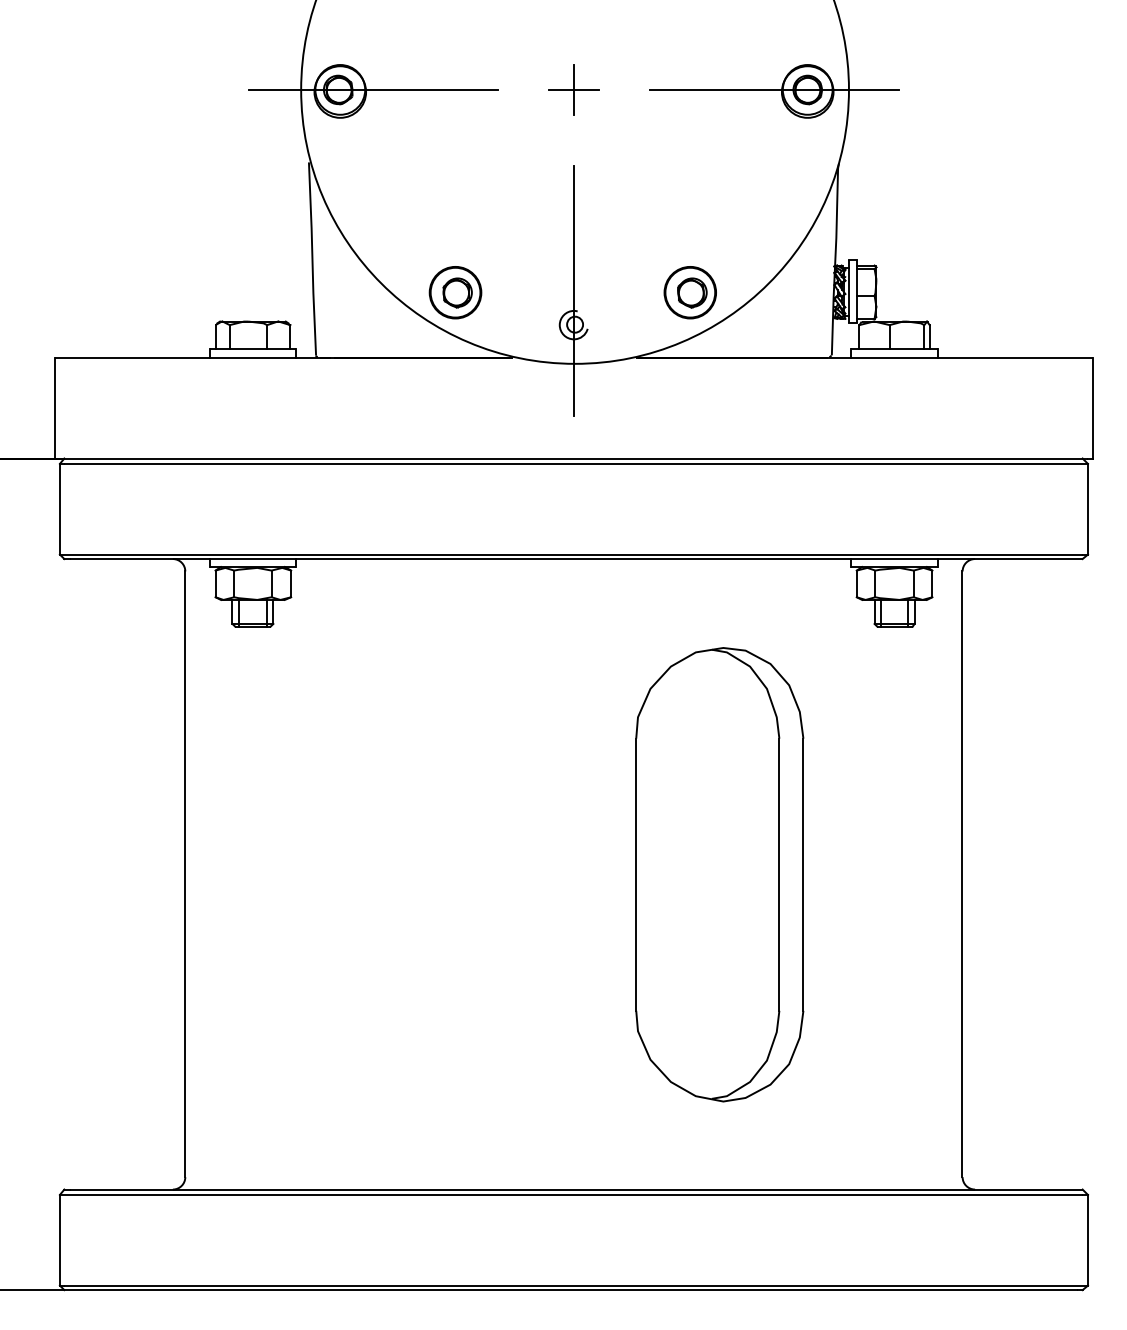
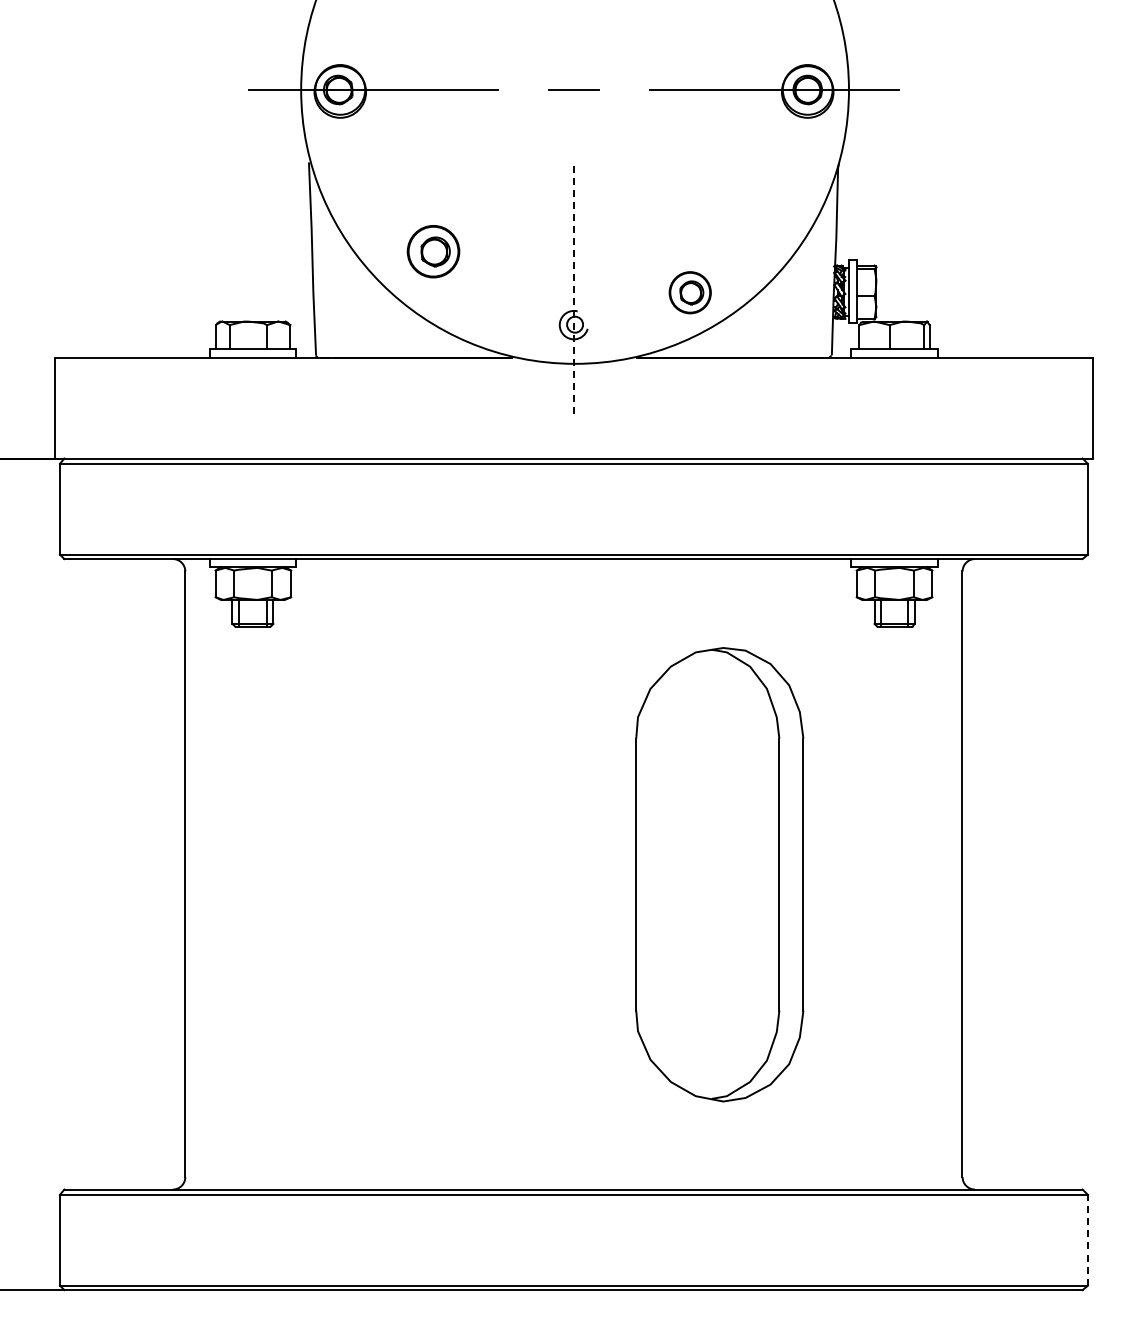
line at (573, 90): present -> none
line at (573, 290): solid -> dashed
part at (455, 292) position: (455, 292) -> (433, 251)
part at (689, 292) size: 54x54 px -> 44x44 px
line at (1087, 1239): solid -> dashed
